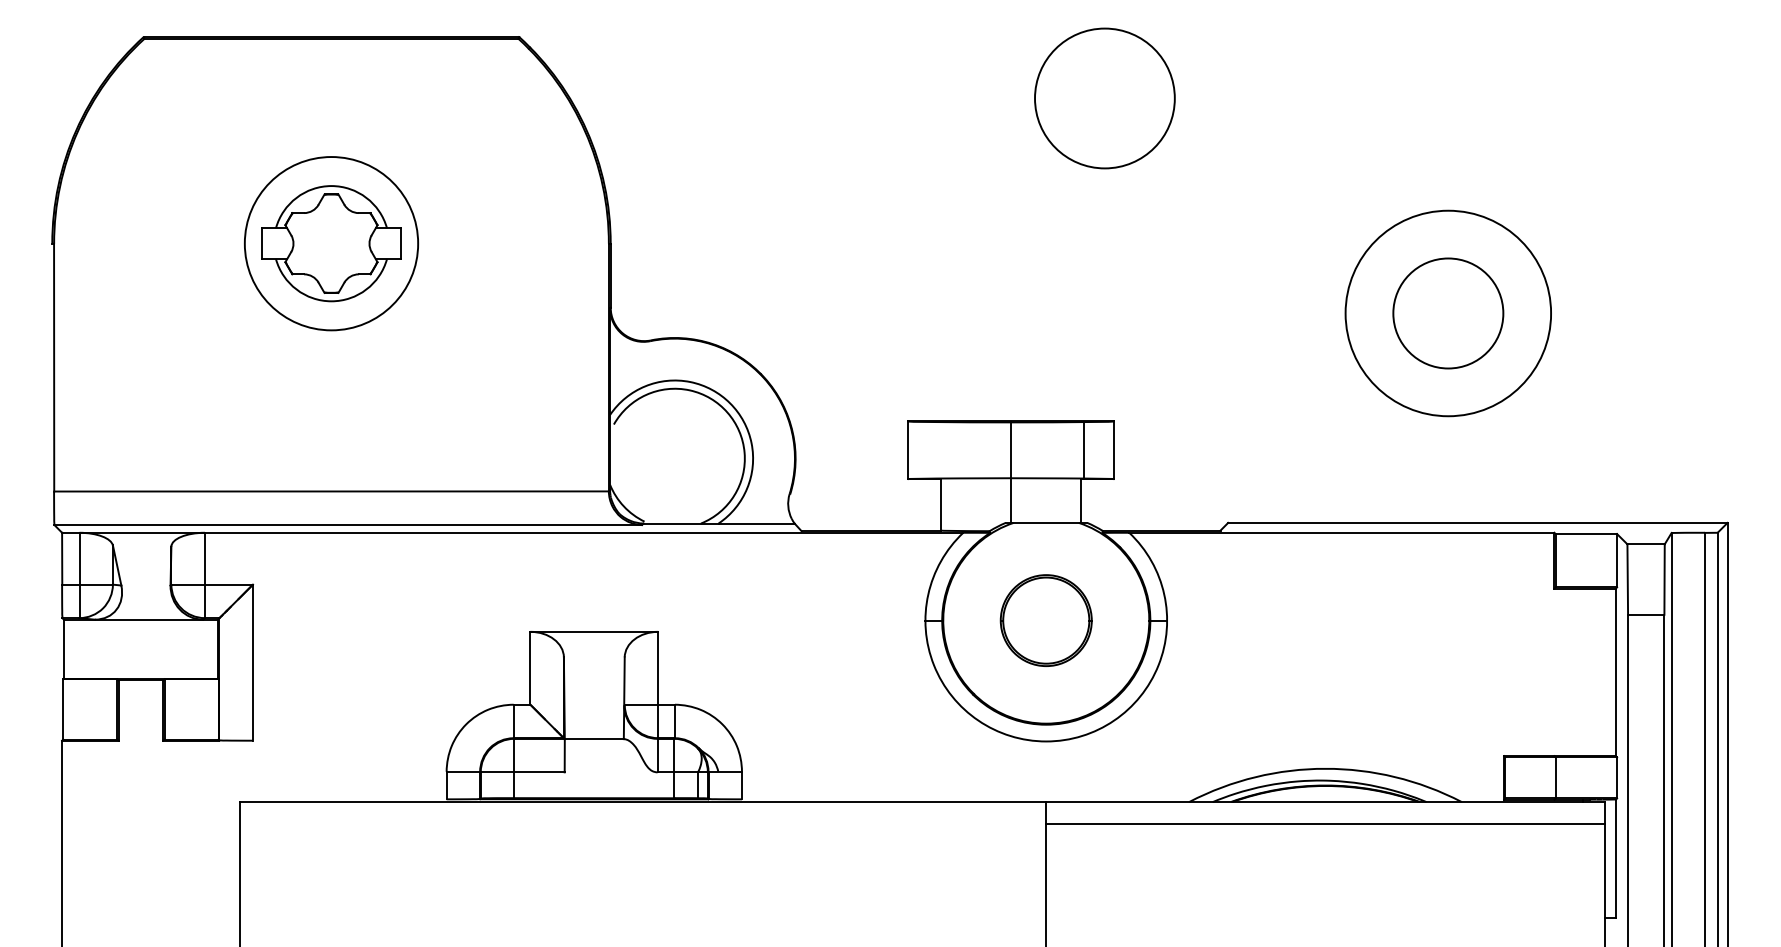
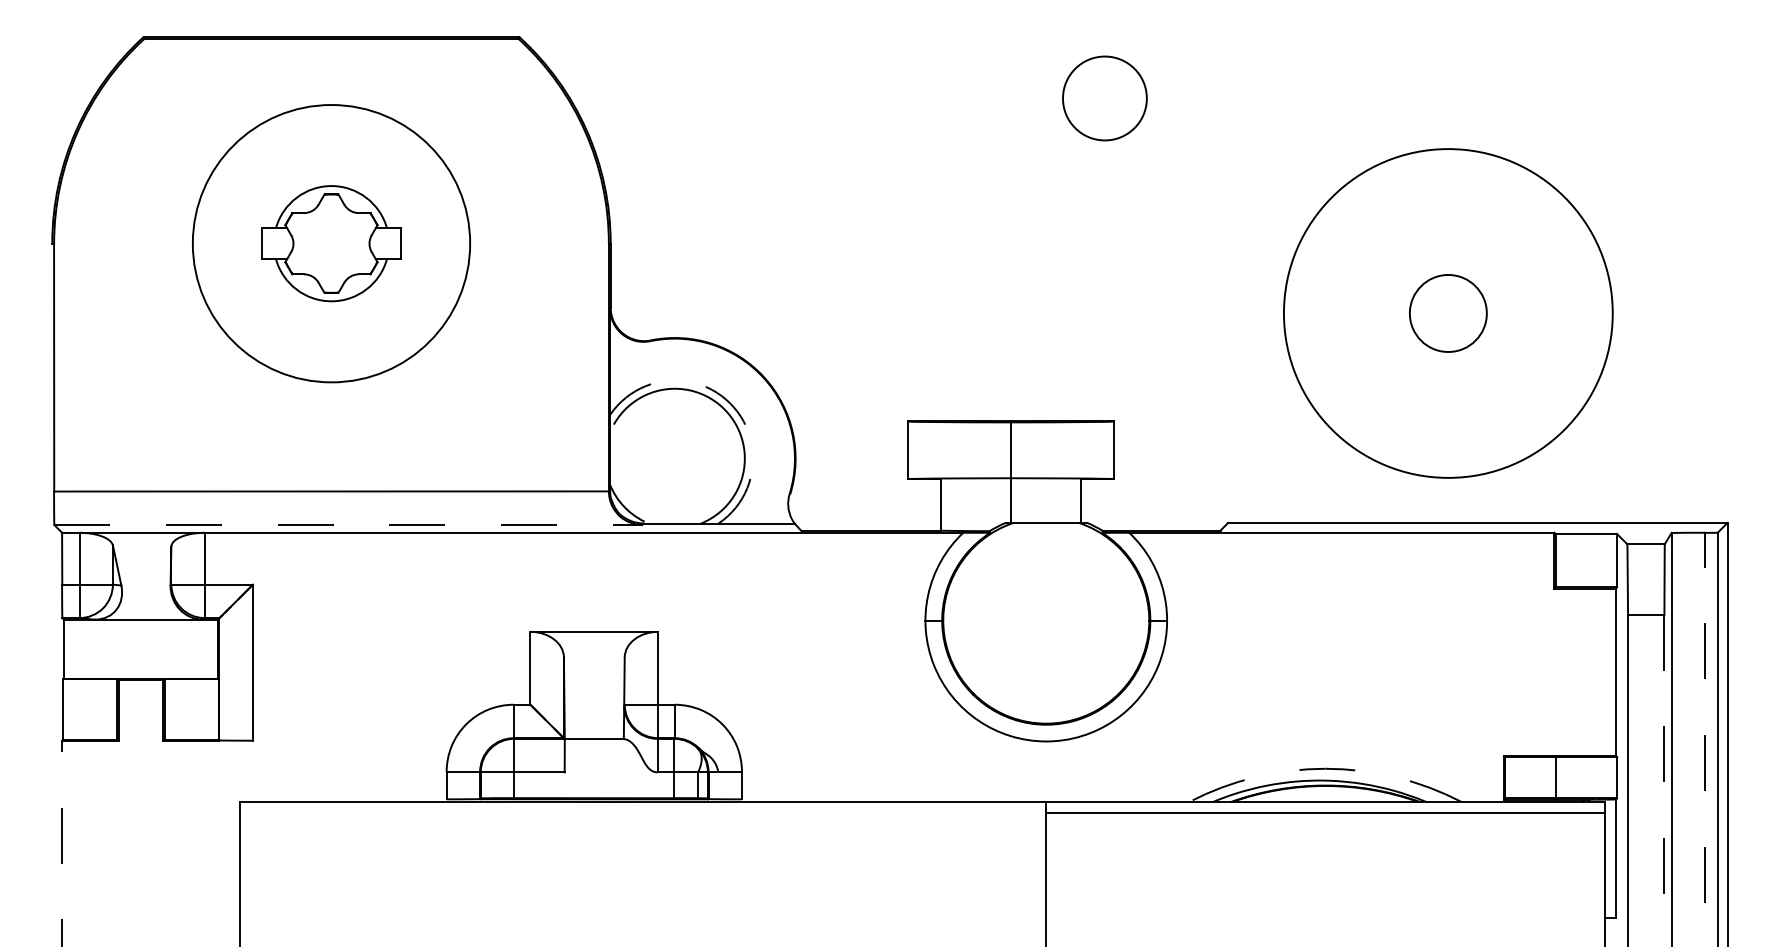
circle at (1104, 98) diameter: 140 px -> 84 px
circle at (331, 243) diameter: 173 px -> 277 px
circle at (1448, 313) diameter: 110 px -> 77 px
circle at (1448, 313) diameter: 206 px -> 329 px
arc at (730, 403): solid -> dashed
line at (1084, 450): present -> none
line at (348, 525): solid -> dashed
part at (1045, 620): present -> none
line at (1705, 739): solid -> dashed
arc at (1325, 768): solid -> dashed
line at (1664, 780): solid -> dashed
line at (1325, 824) position: (1325, 824) -> (1325, 813)
line at (62, 843): solid -> dashed
